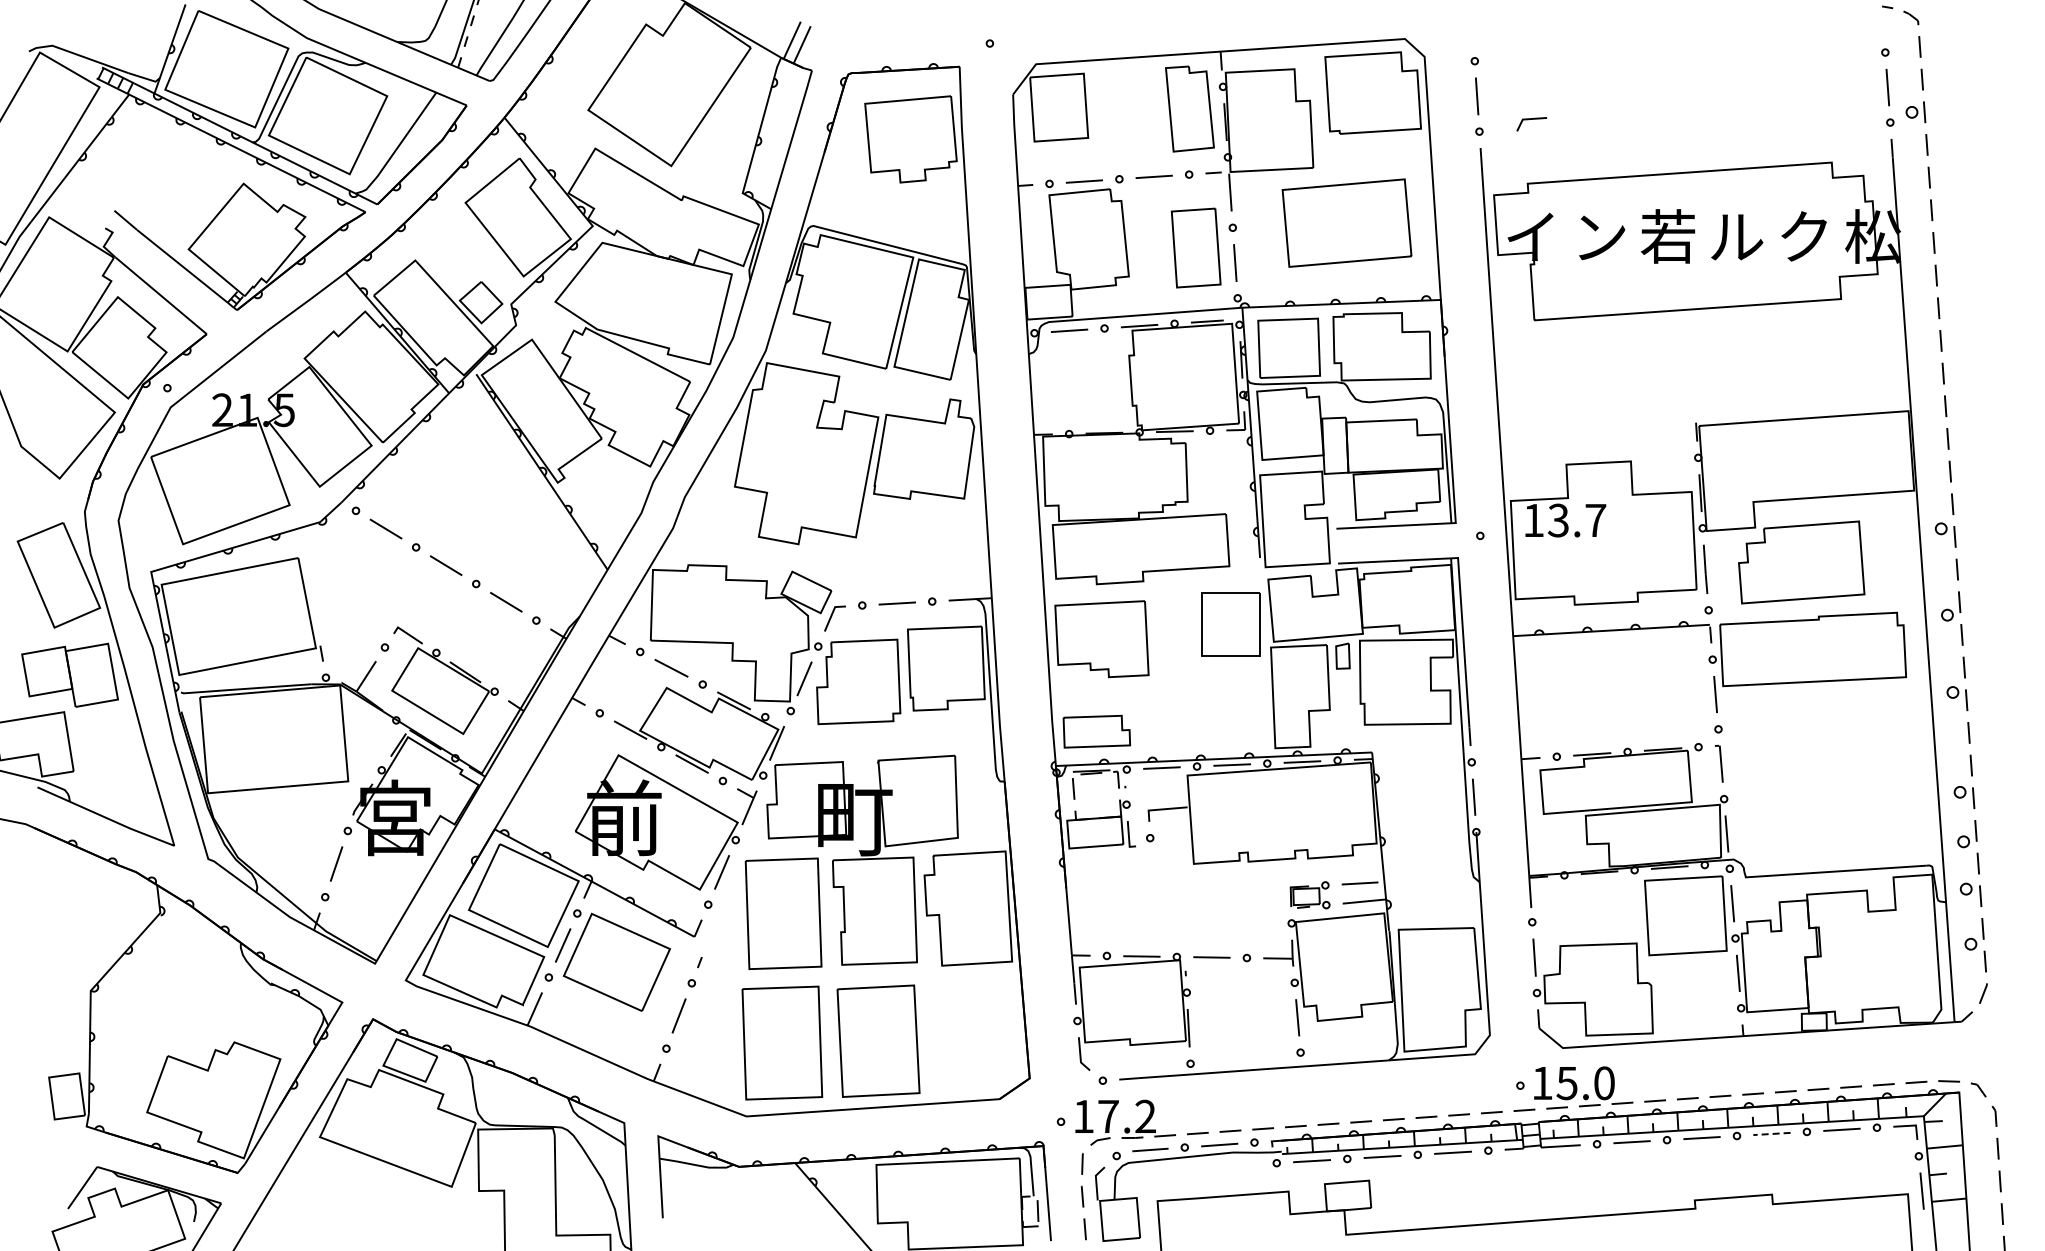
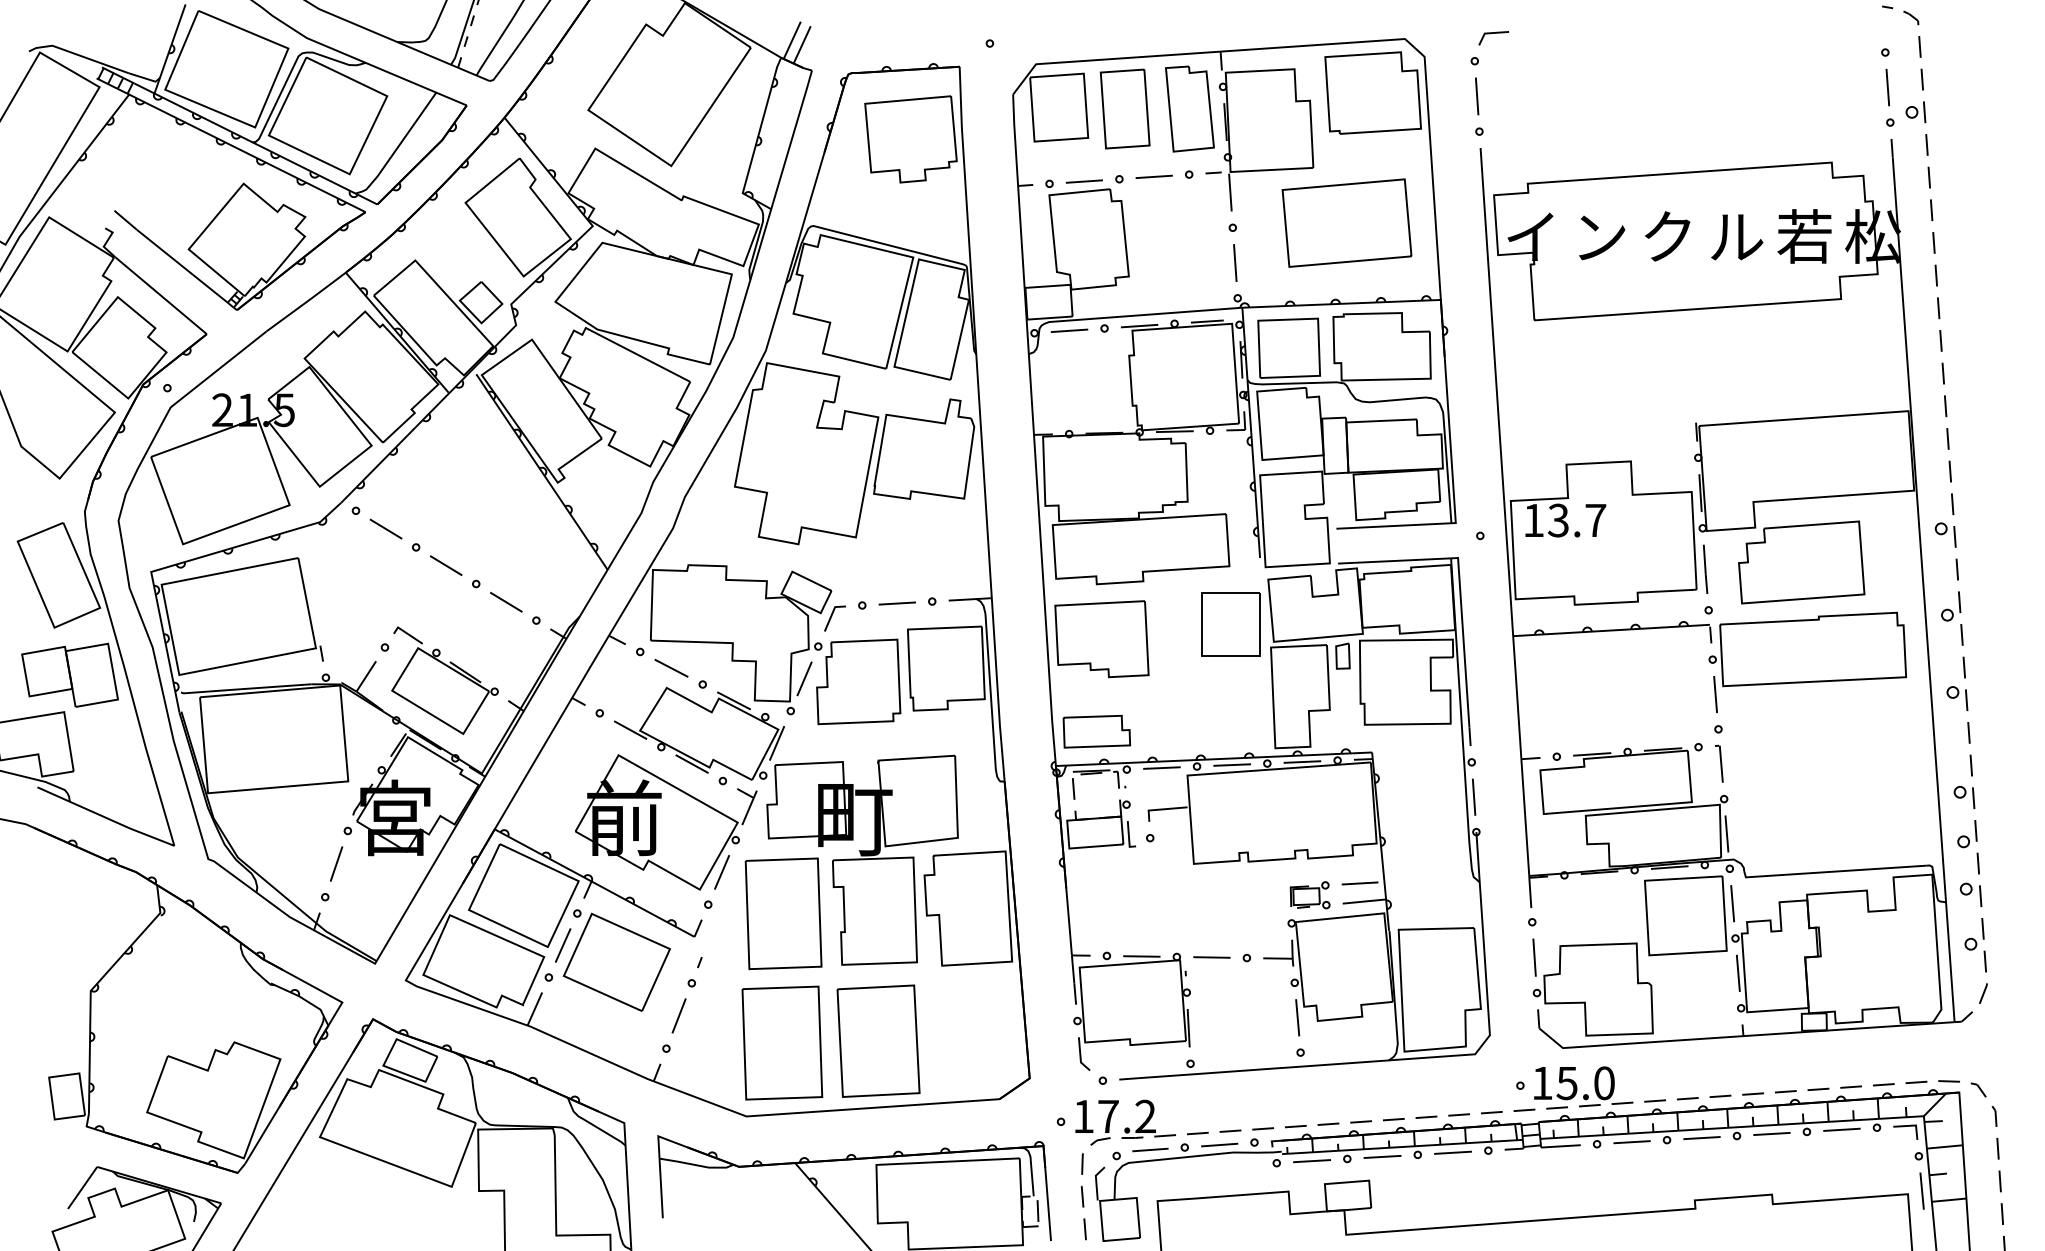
line at (1531, 119) position: (1531, 119) -> (1493, 33)
text at (1667, 236): 若 -> ク
text at (1804, 236): ク -> 若
part at (1195, 247) position: (1195, 247) -> (1124, 108)
line at (1771, 1133): dashed -> solid
